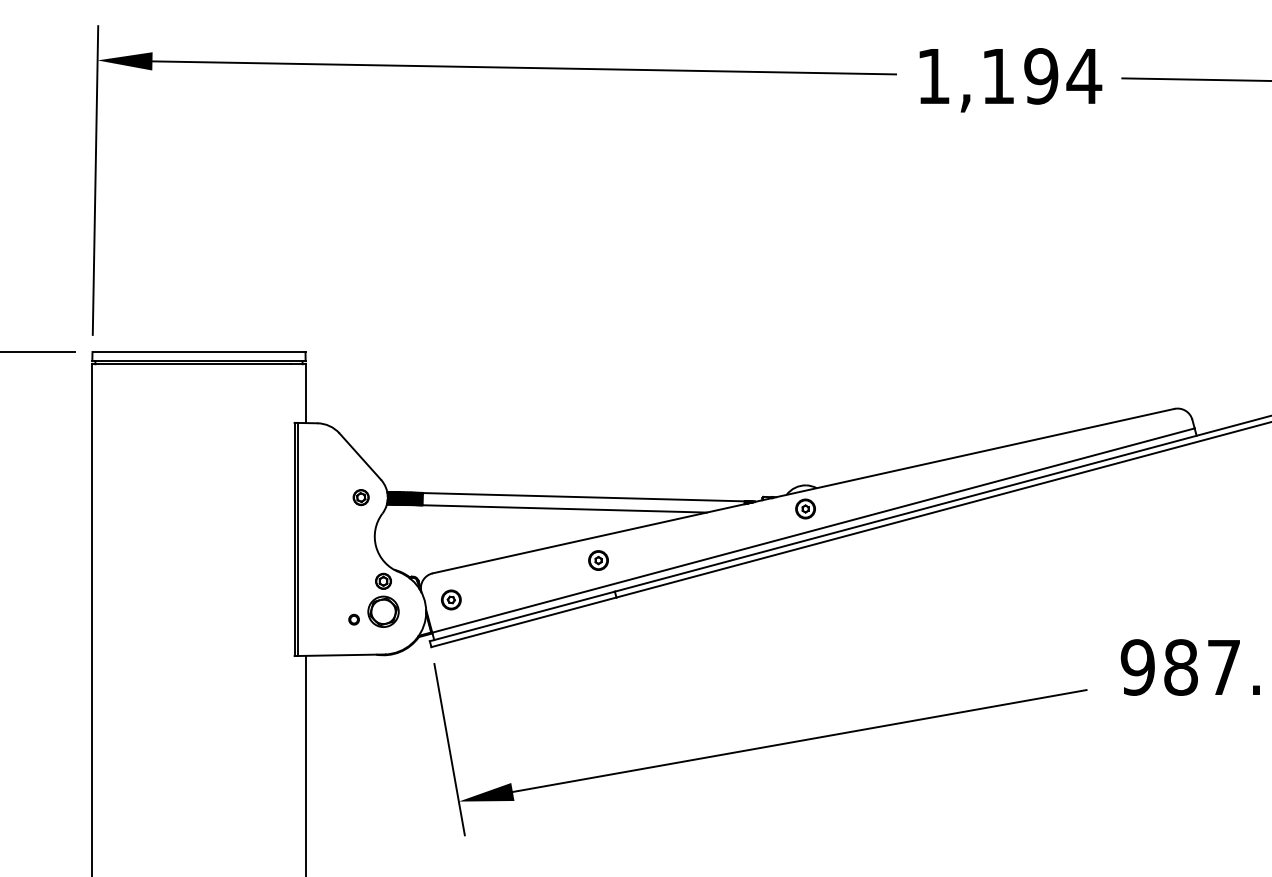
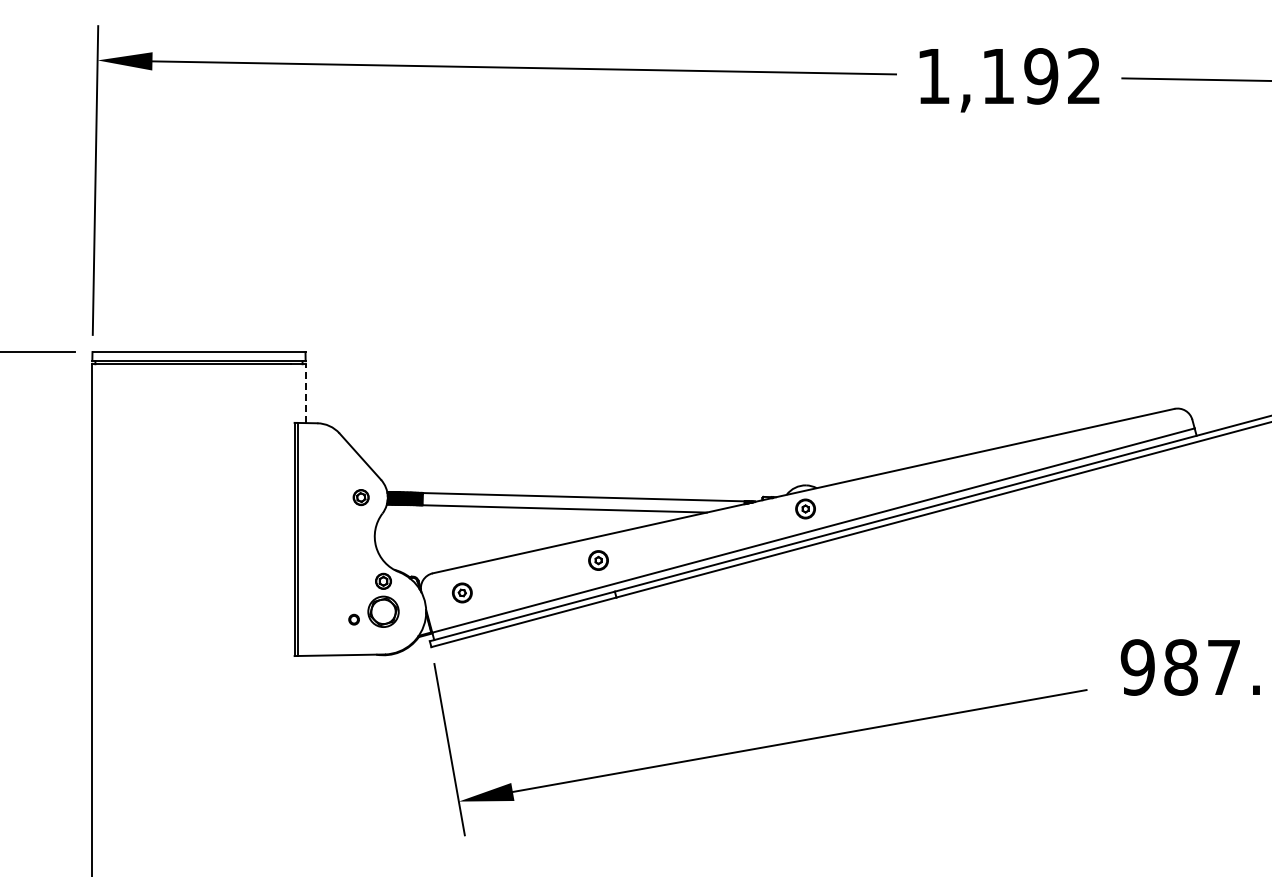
text at (1084, 75): 1,194 -> 1,192
line at (305, 393): solid -> dashed
part at (451, 599) position: (451, 599) -> (462, 592)
line at (305, 764): present -> none
